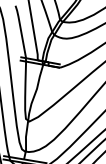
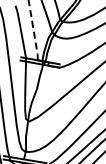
line at (33, 31): solid -> dashed
